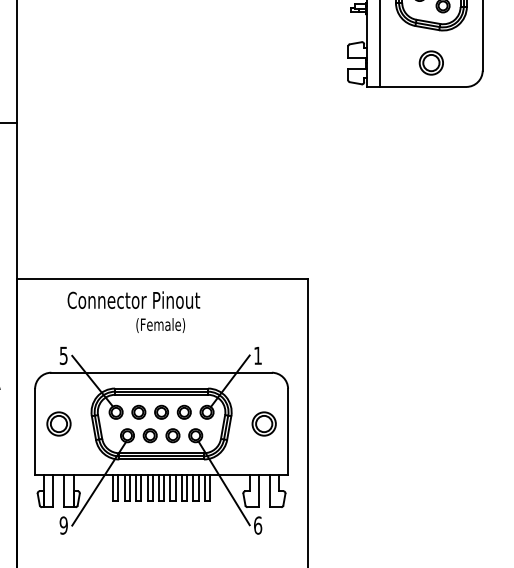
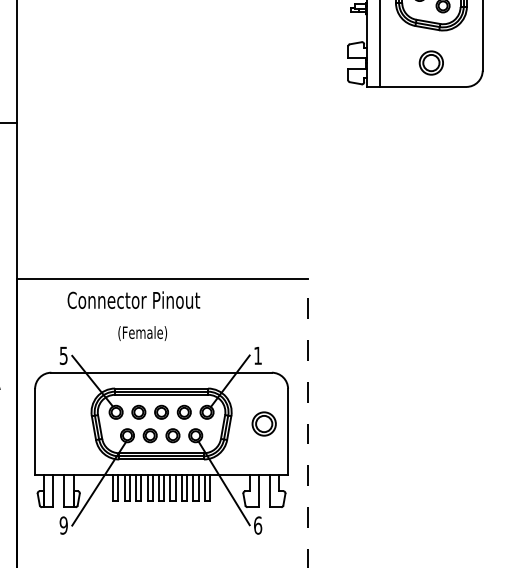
text at (160, 325) position: (160, 325) -> (142, 333)
line at (307, 422): solid -> dashed
part at (58, 423): present -> none
